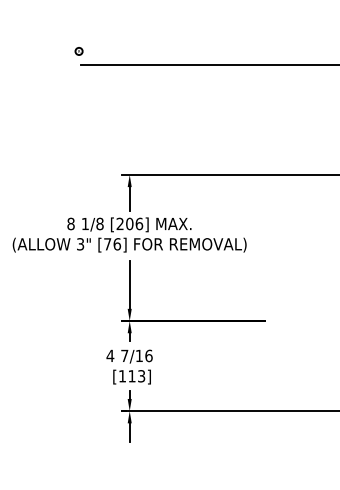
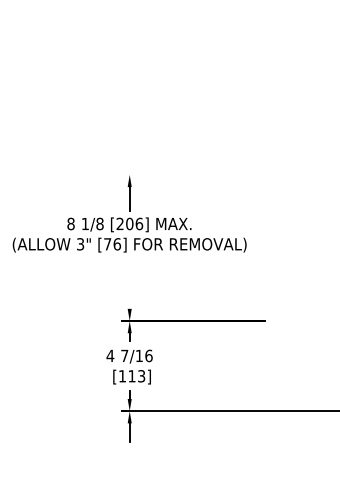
part at (78, 51): present -> none
line at (208, 65): present -> none
line at (228, 174): present -> none
line at (129, 284): present -> none
